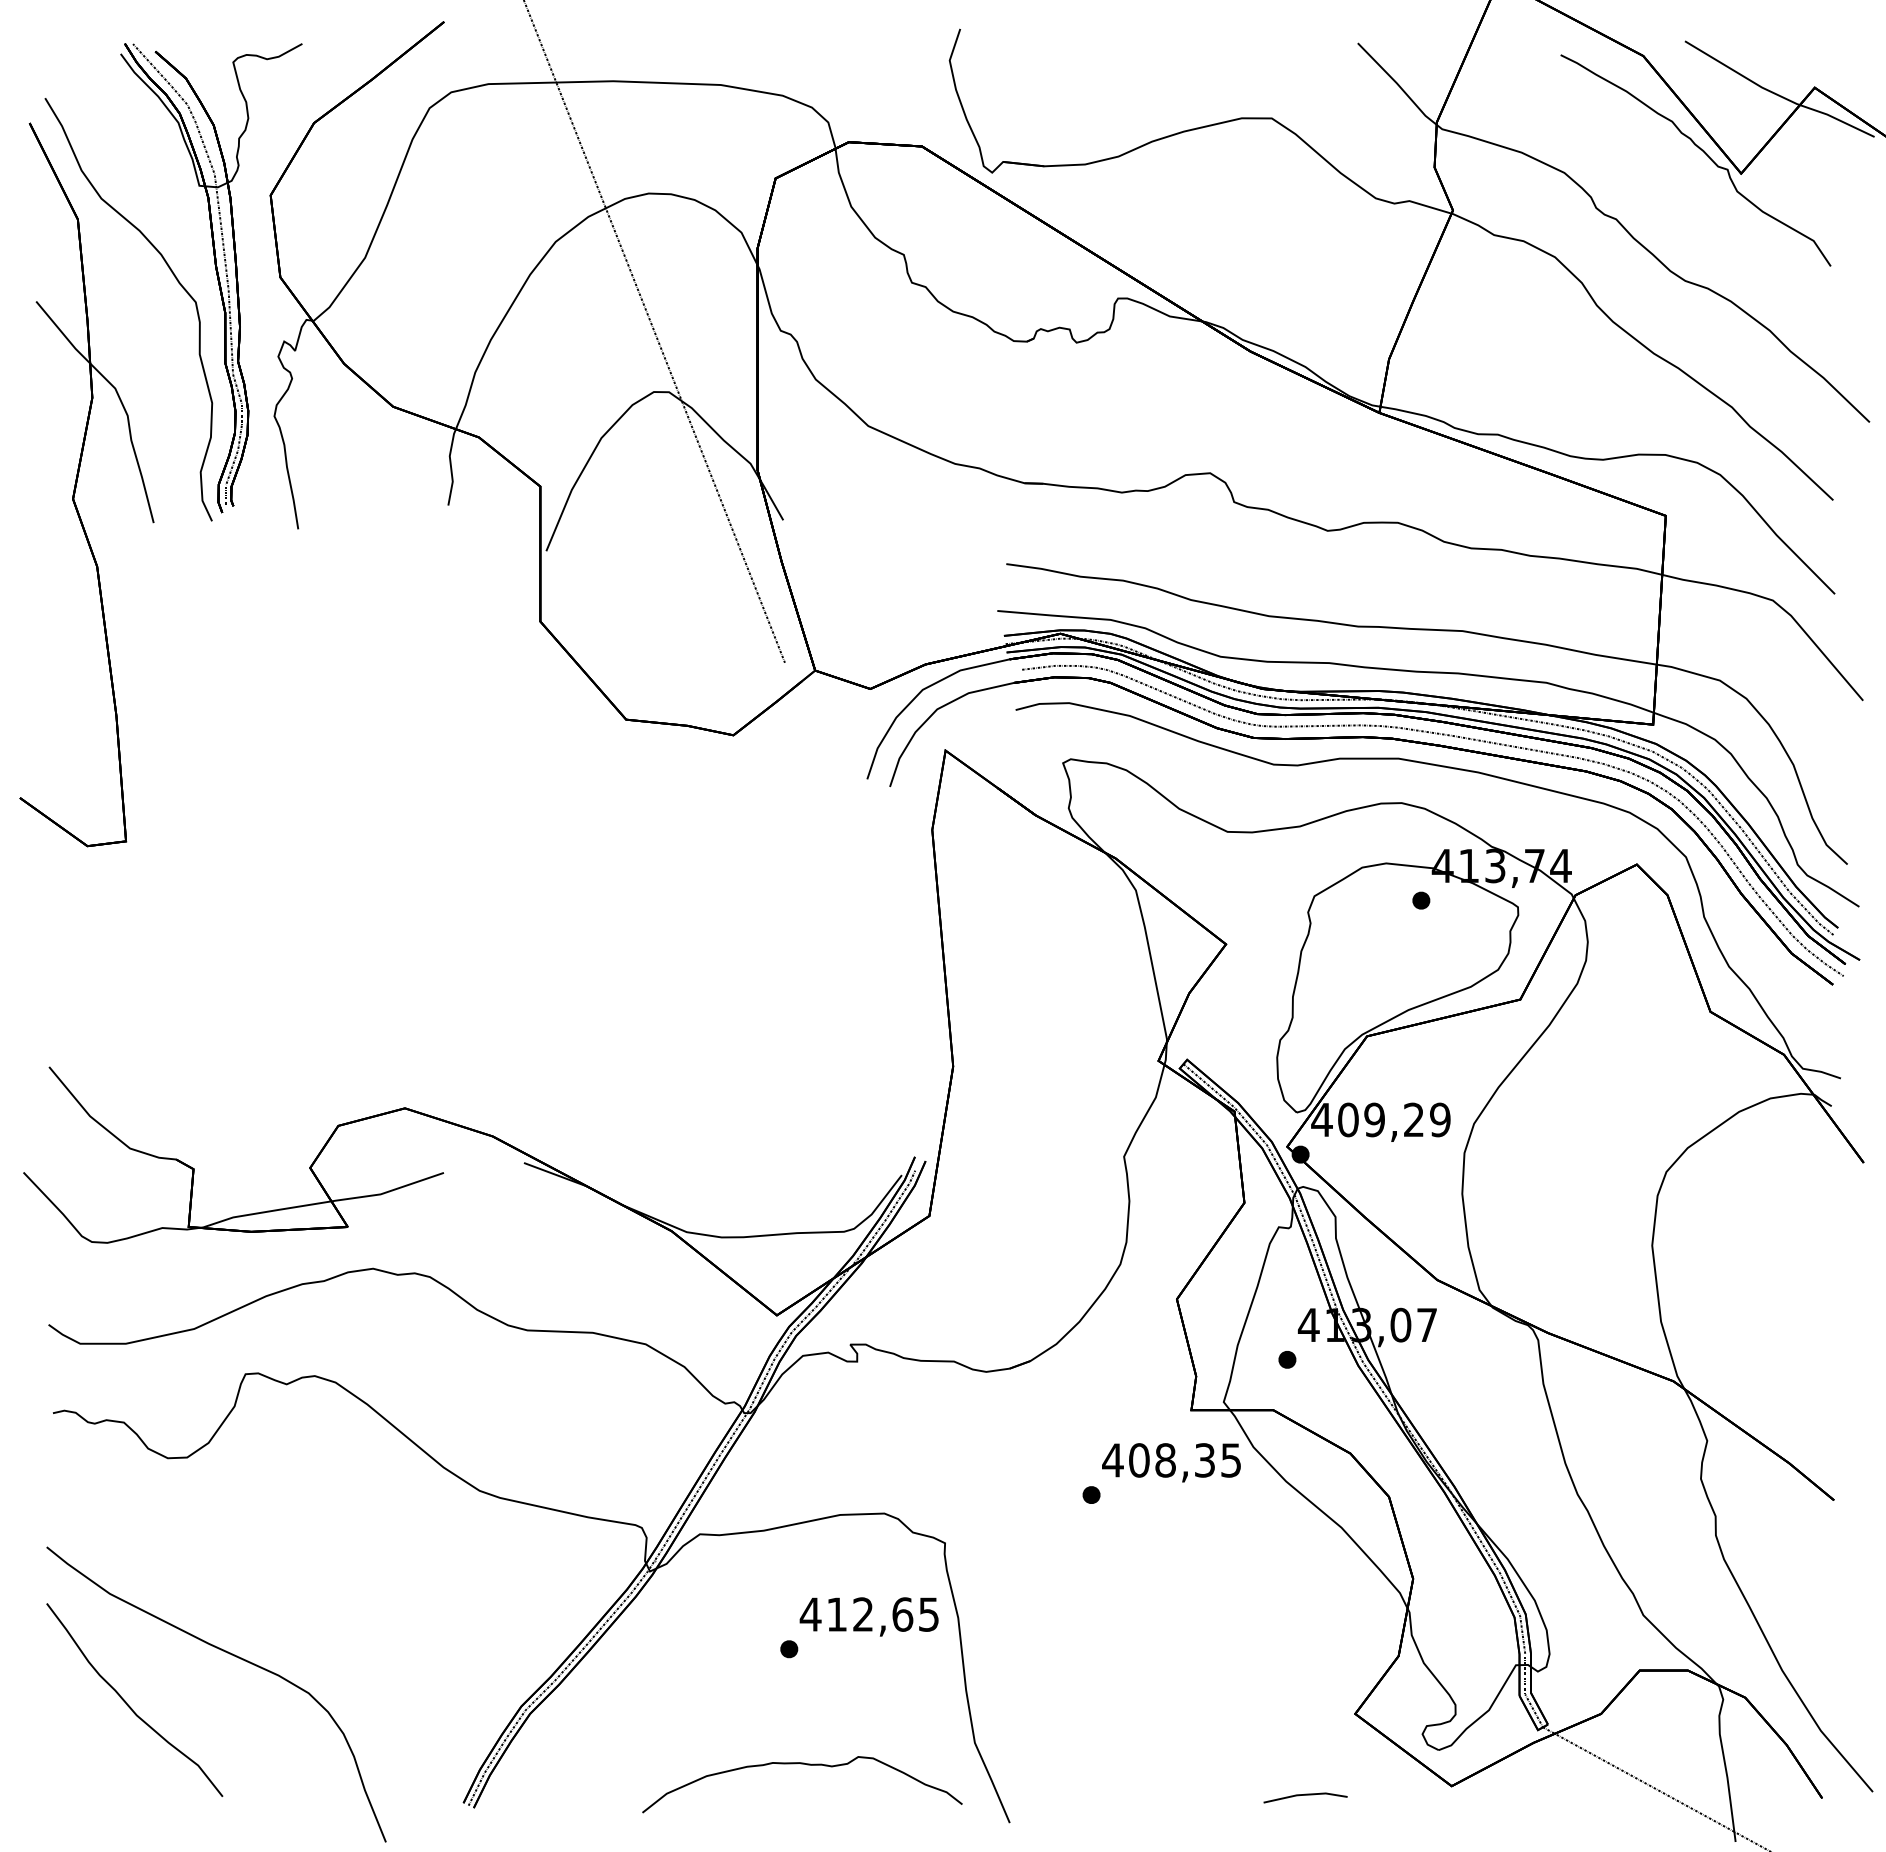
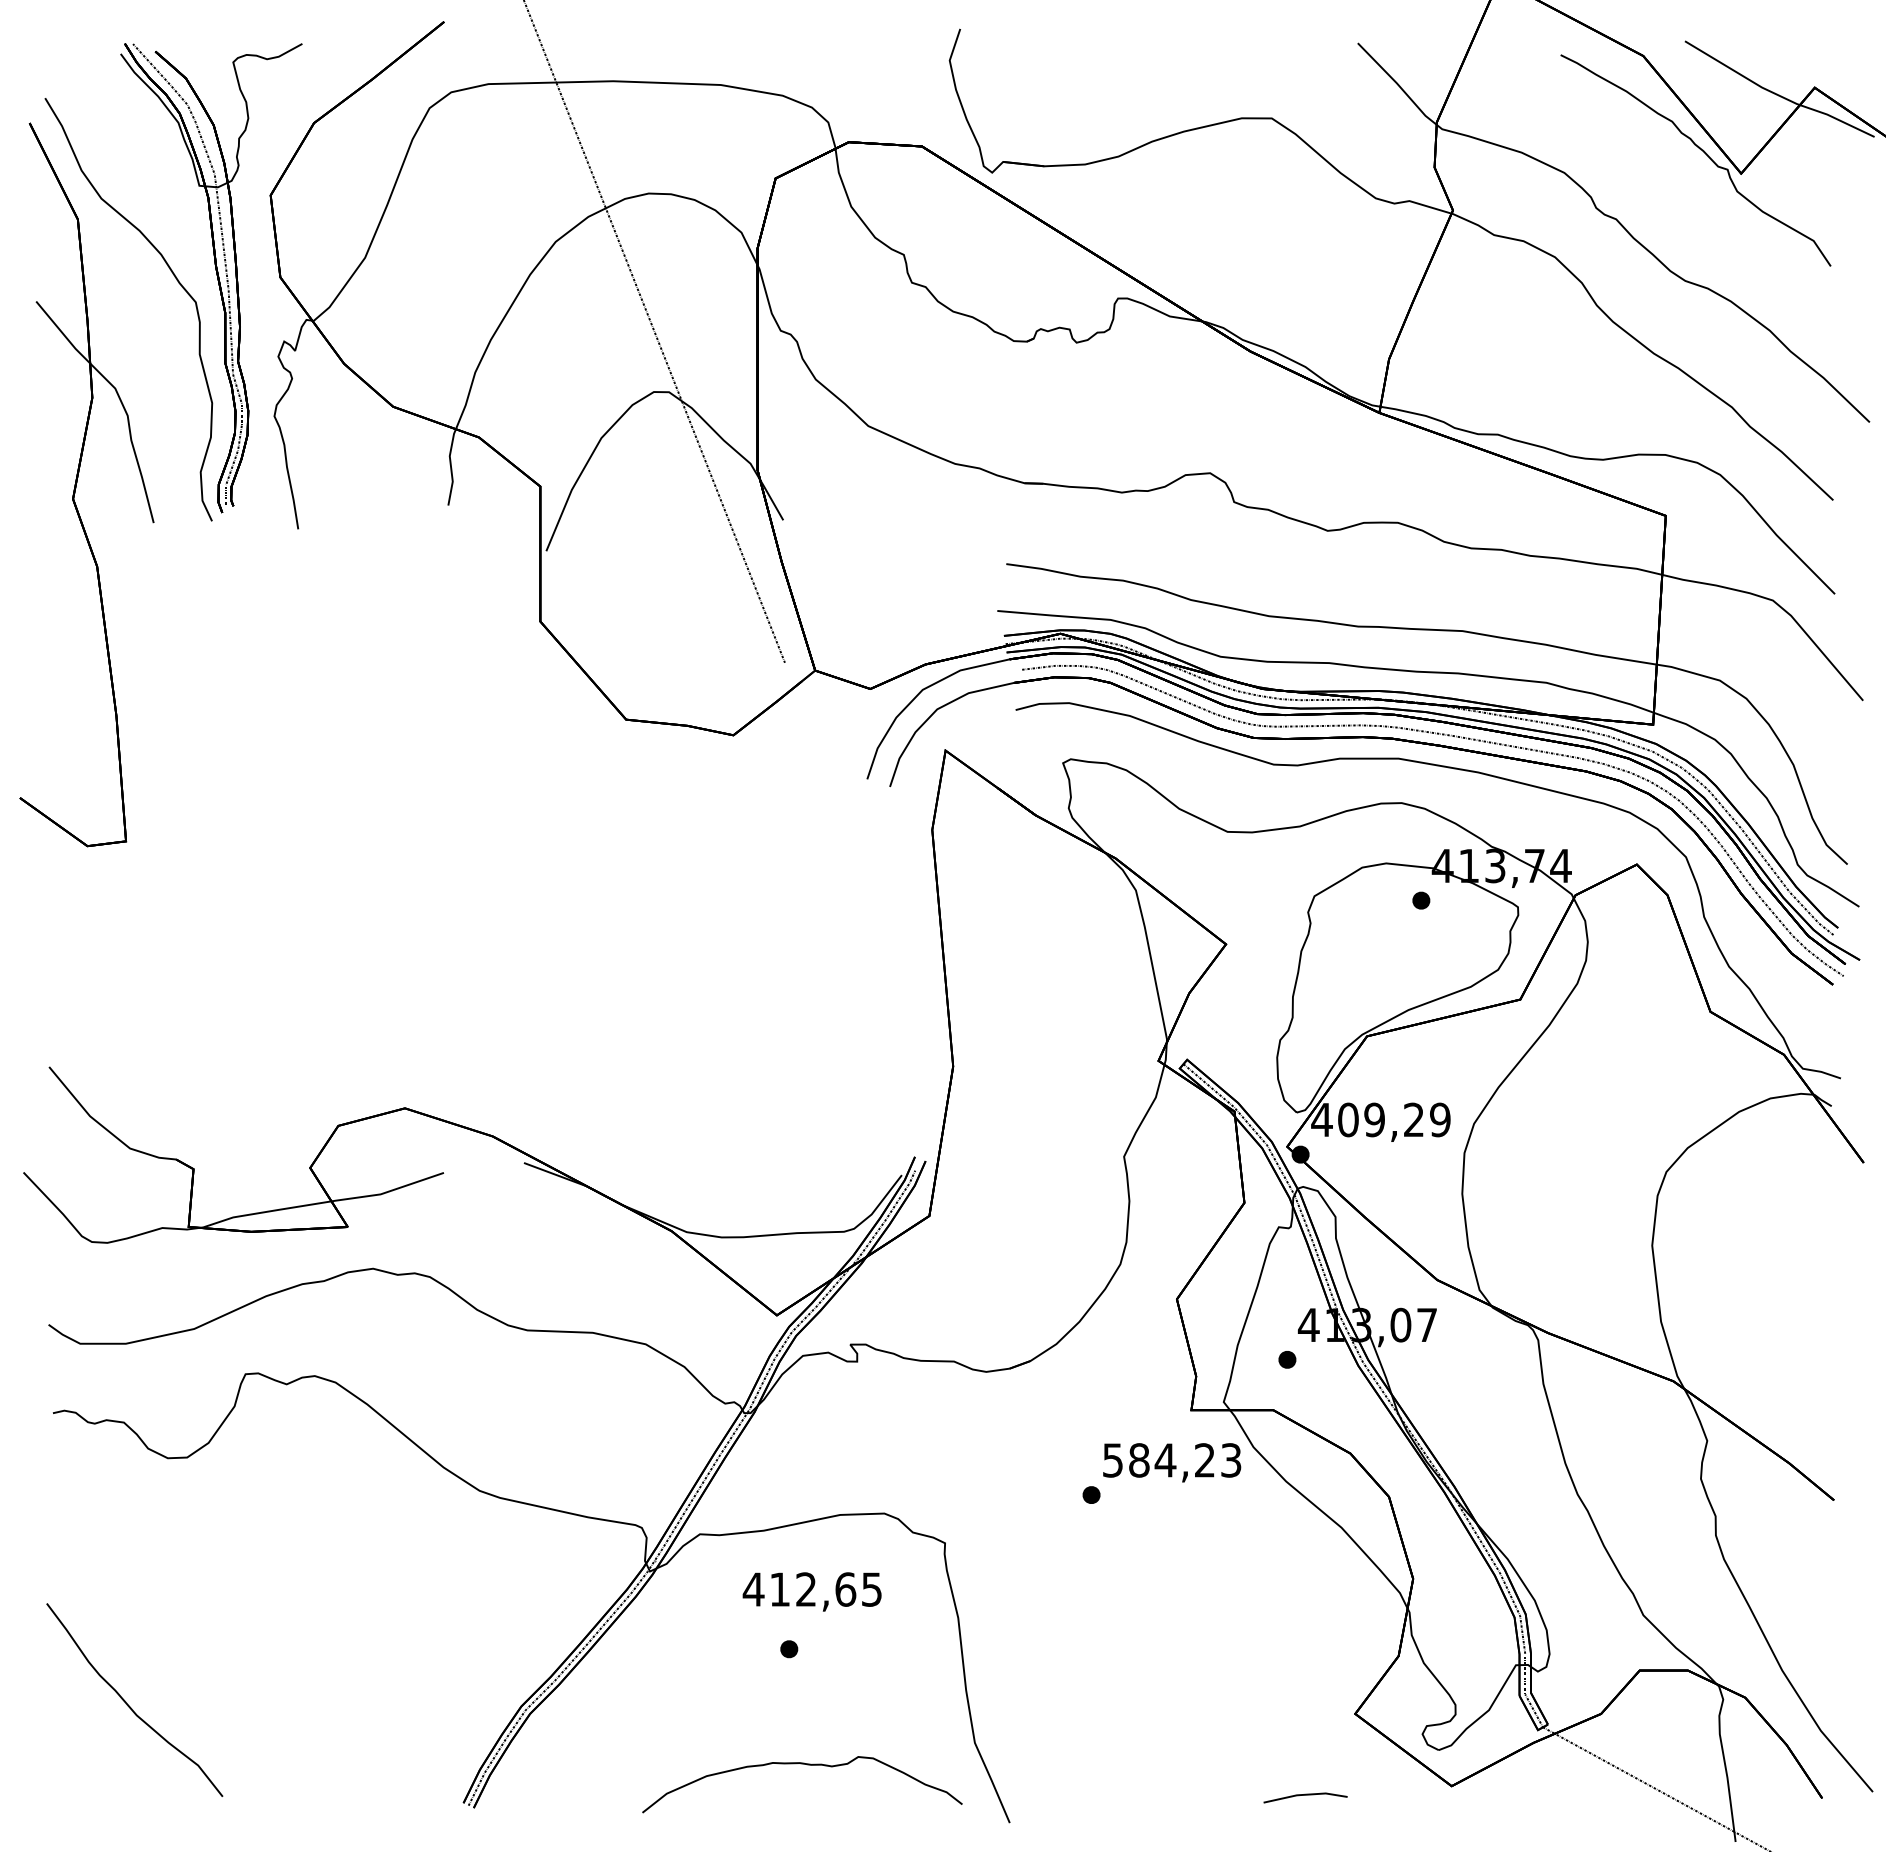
text at (1171, 1460): 408,35 -> 584,23
text at (868, 1616) position: (868, 1616) -> (811, 1591)
part at (231, 1655): present -> none
